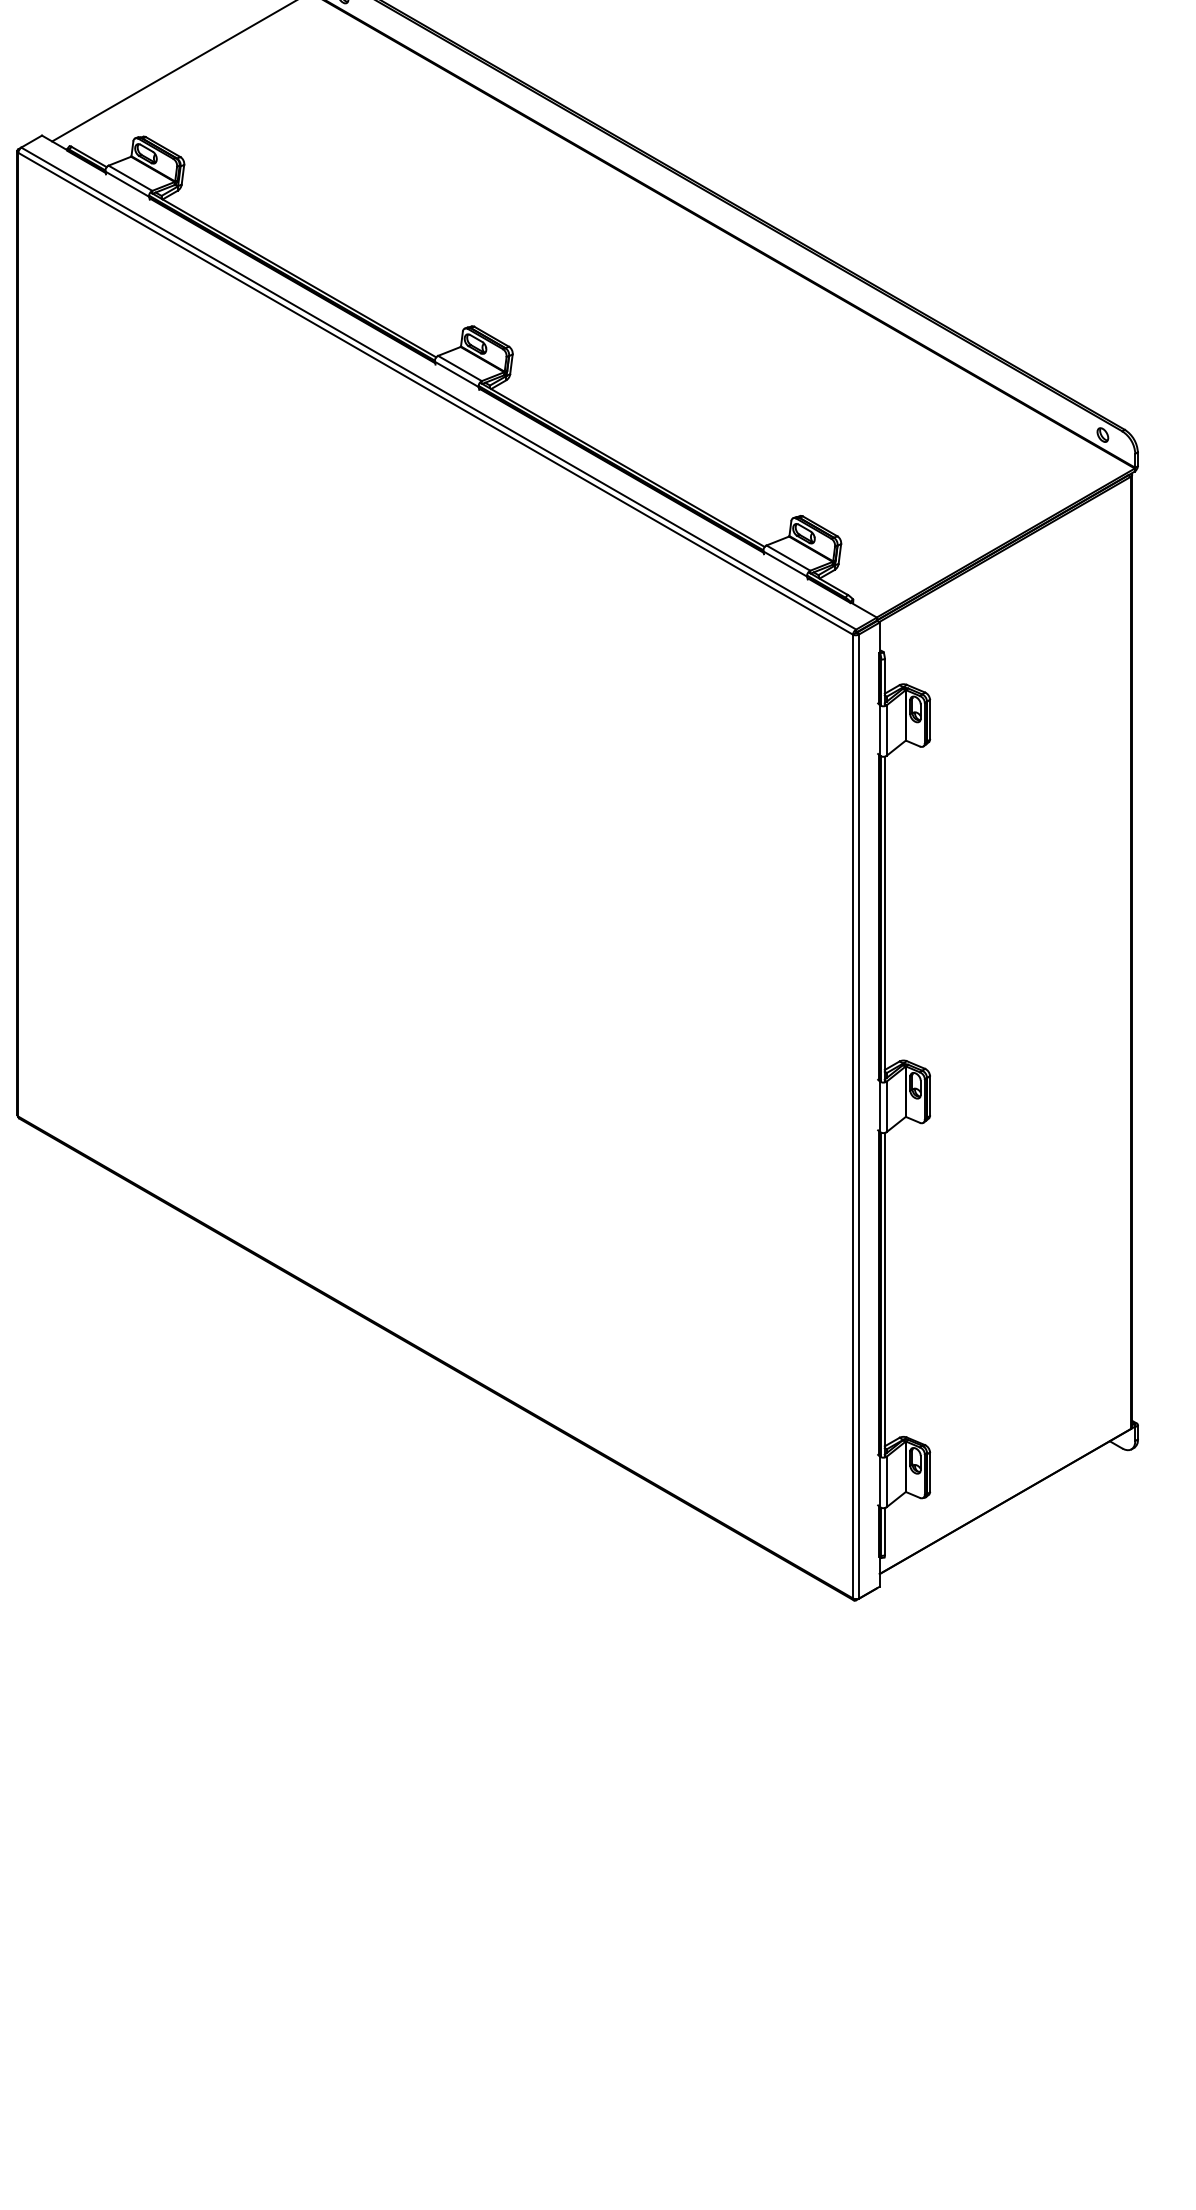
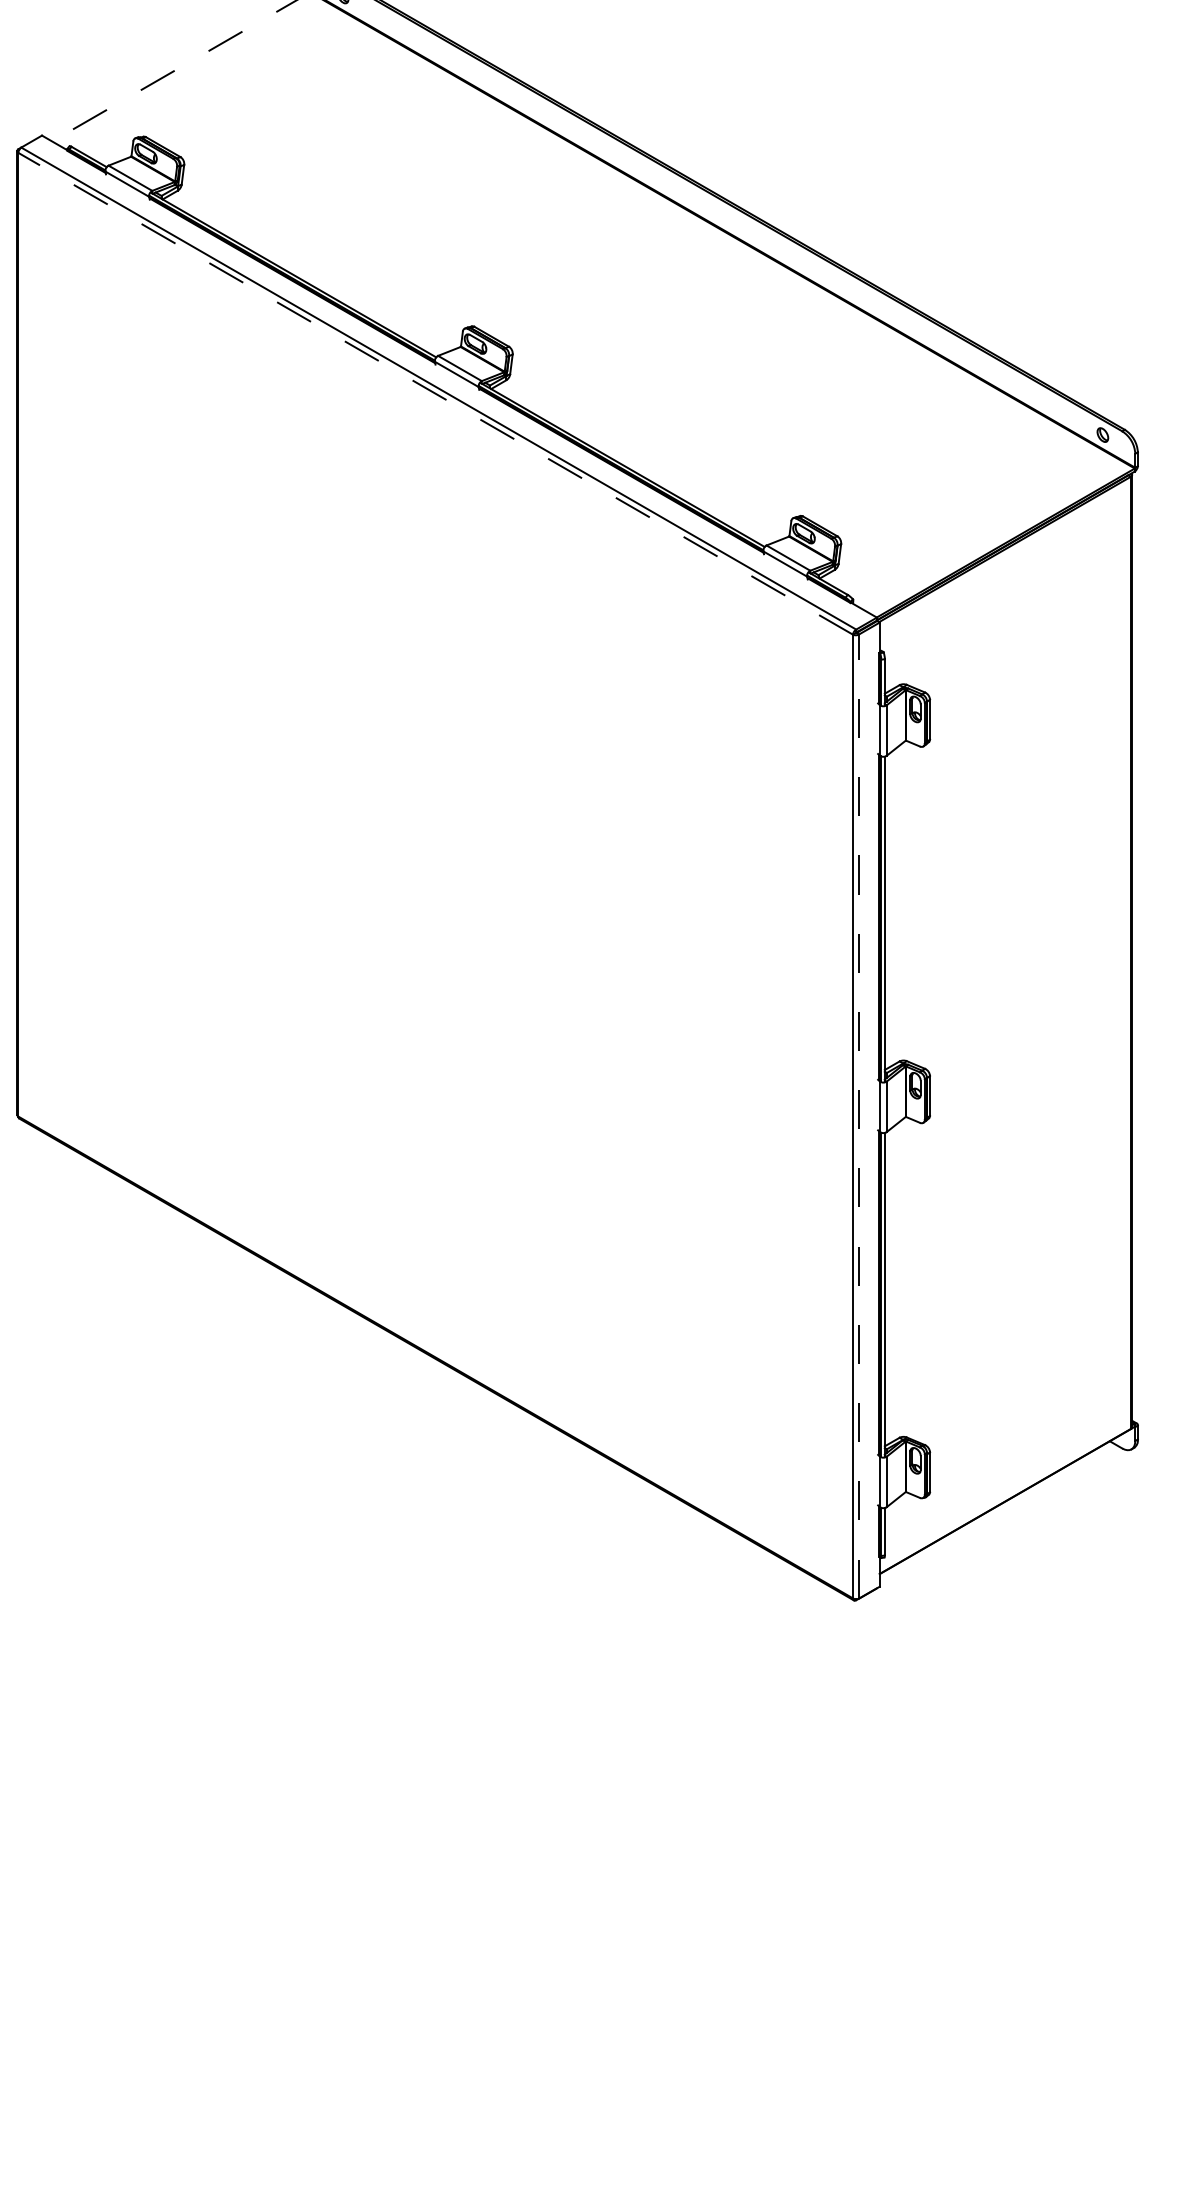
line at (174, 71): solid -> dashed
line at (435, 393): solid -> dashed
line at (859, 1116): solid -> dashed
